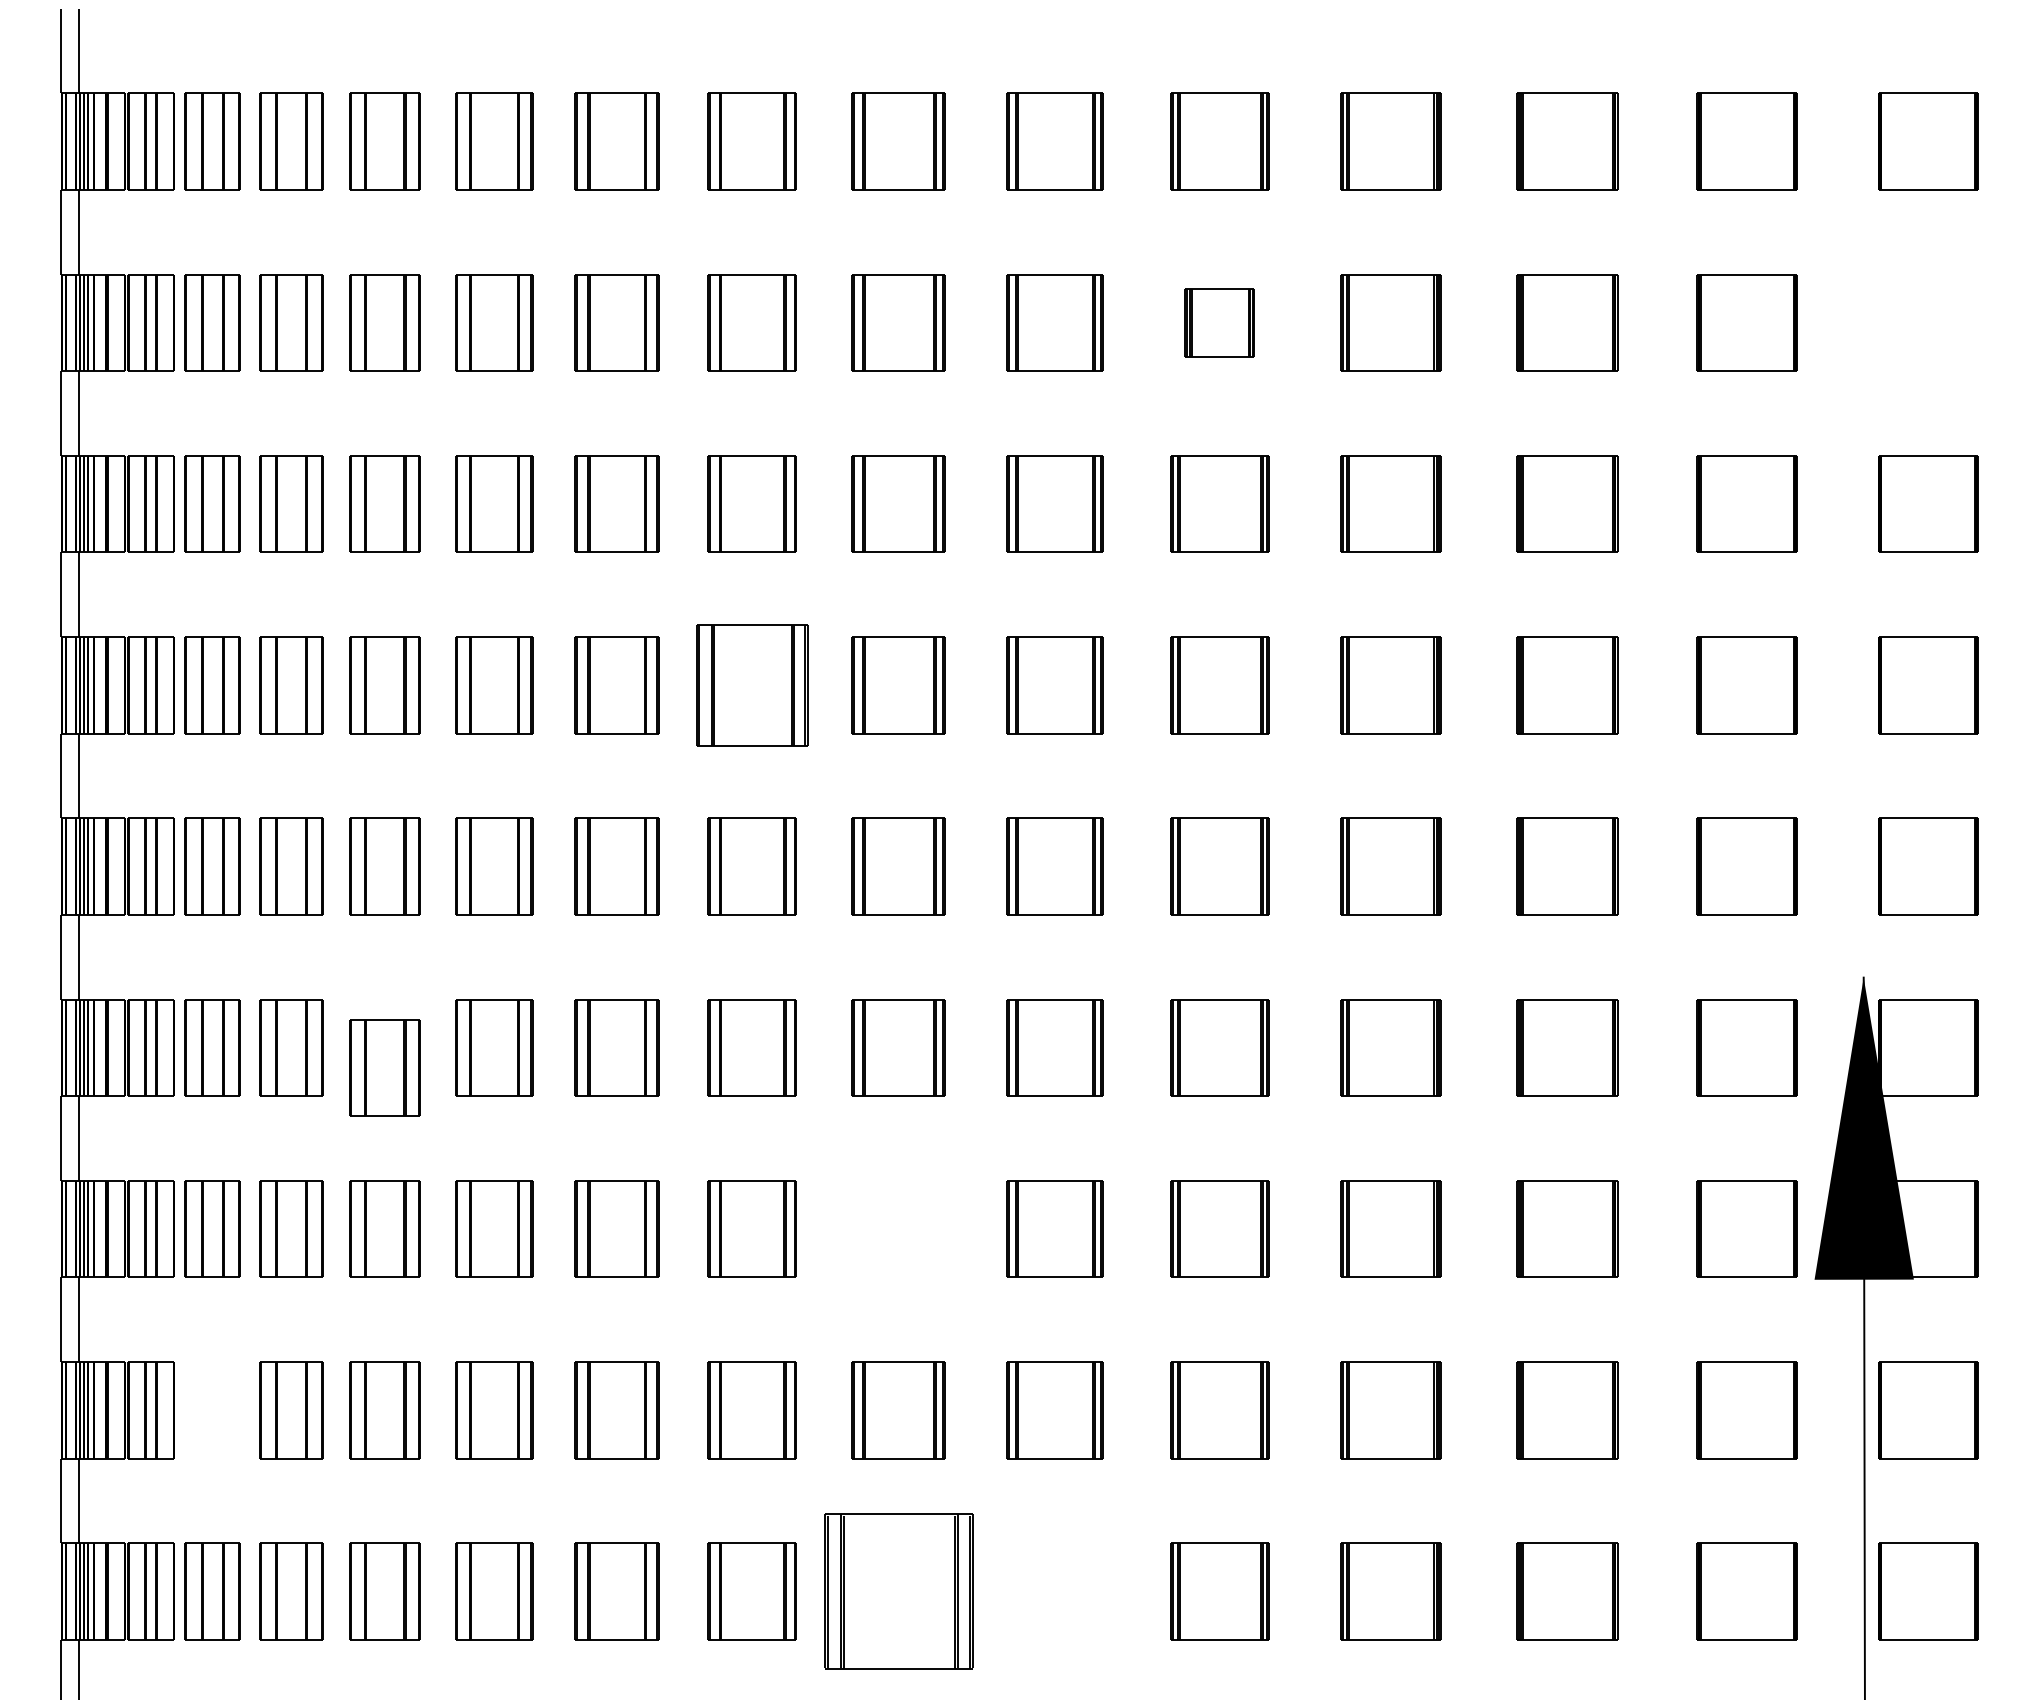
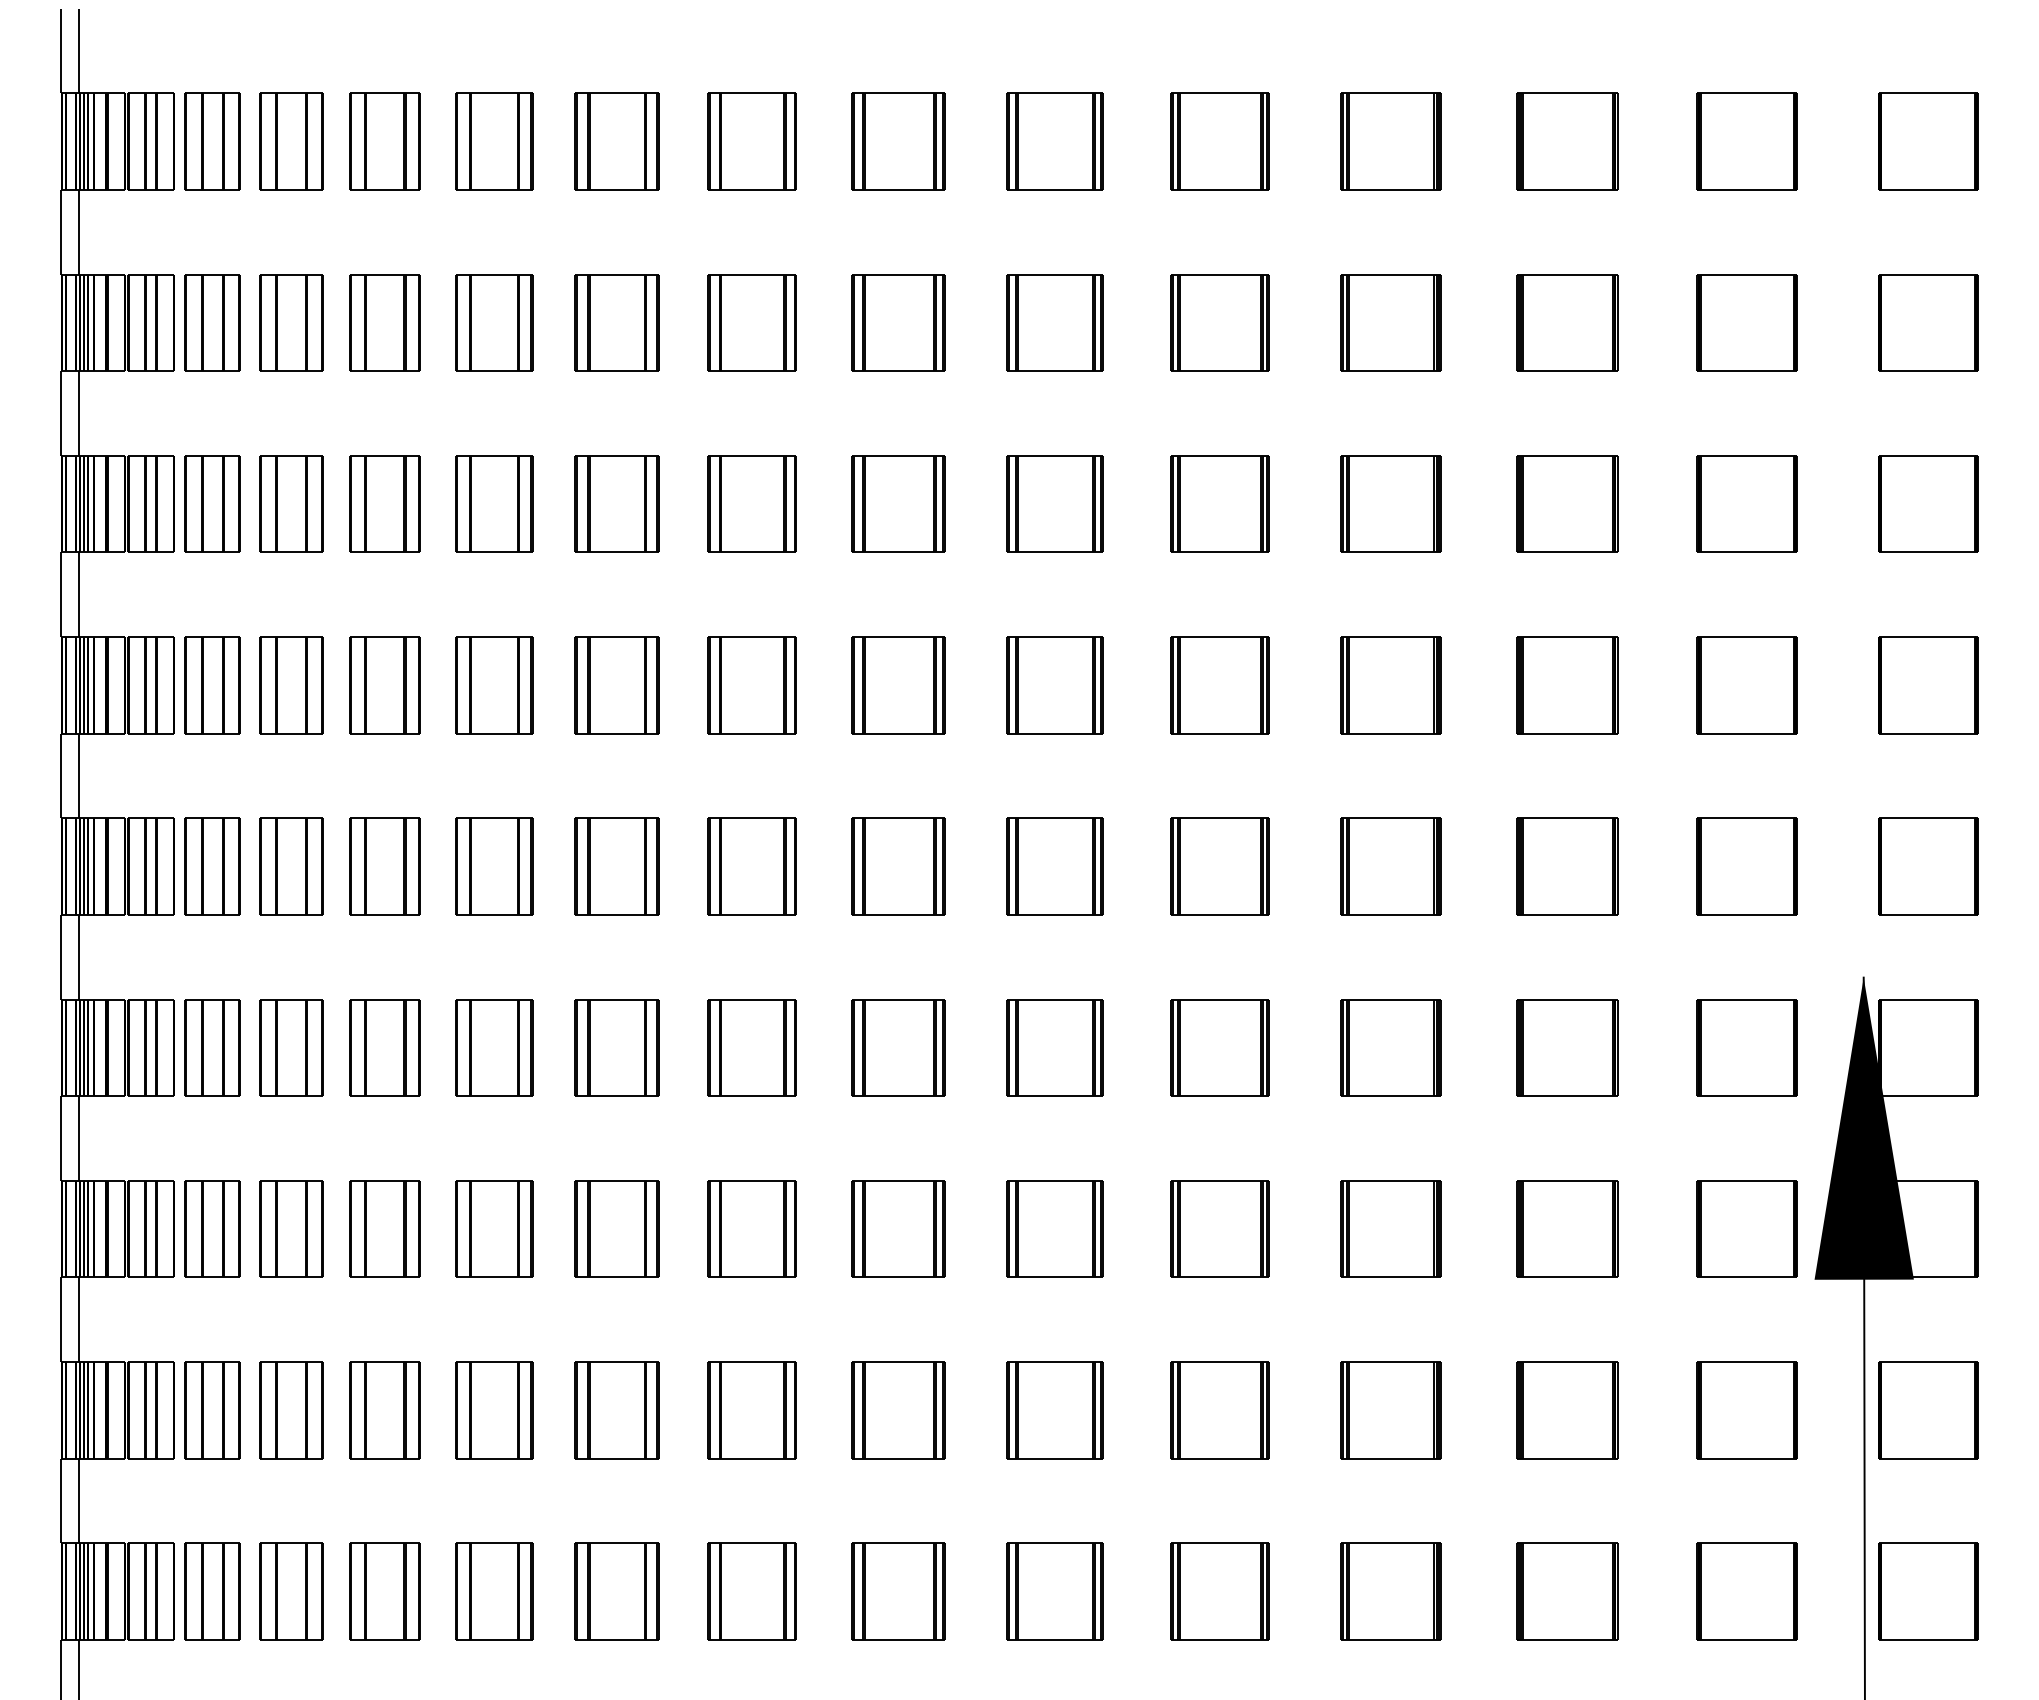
part at (1219, 322) size: 71x70 px -> 100x98 px
part at (1928, 322): none -> present
part at (752, 685) size: 113x123 px -> 90x99 px
part at (384, 1067) position: (384, 1067) -> (384, 1047)
part at (898, 1228): none -> present
part at (212, 1410): none -> present
part at (898, 1591) size: 150x157 px -> 95x99 px
part at (1054, 1591): none -> present
